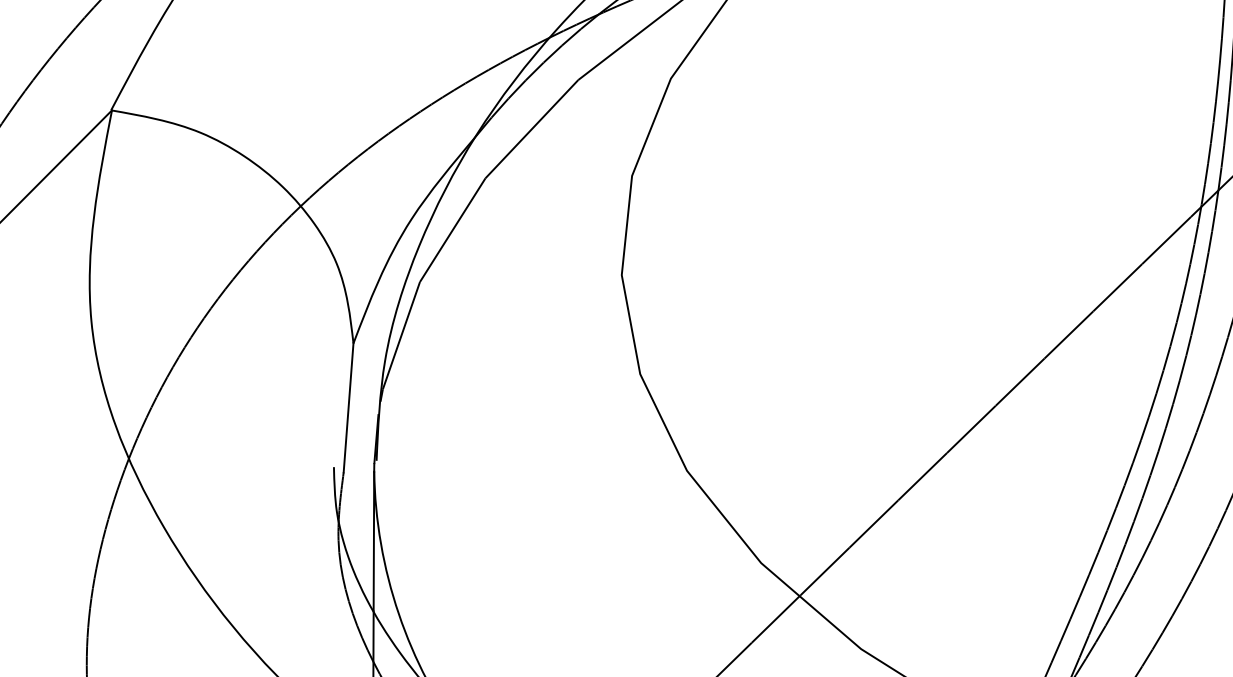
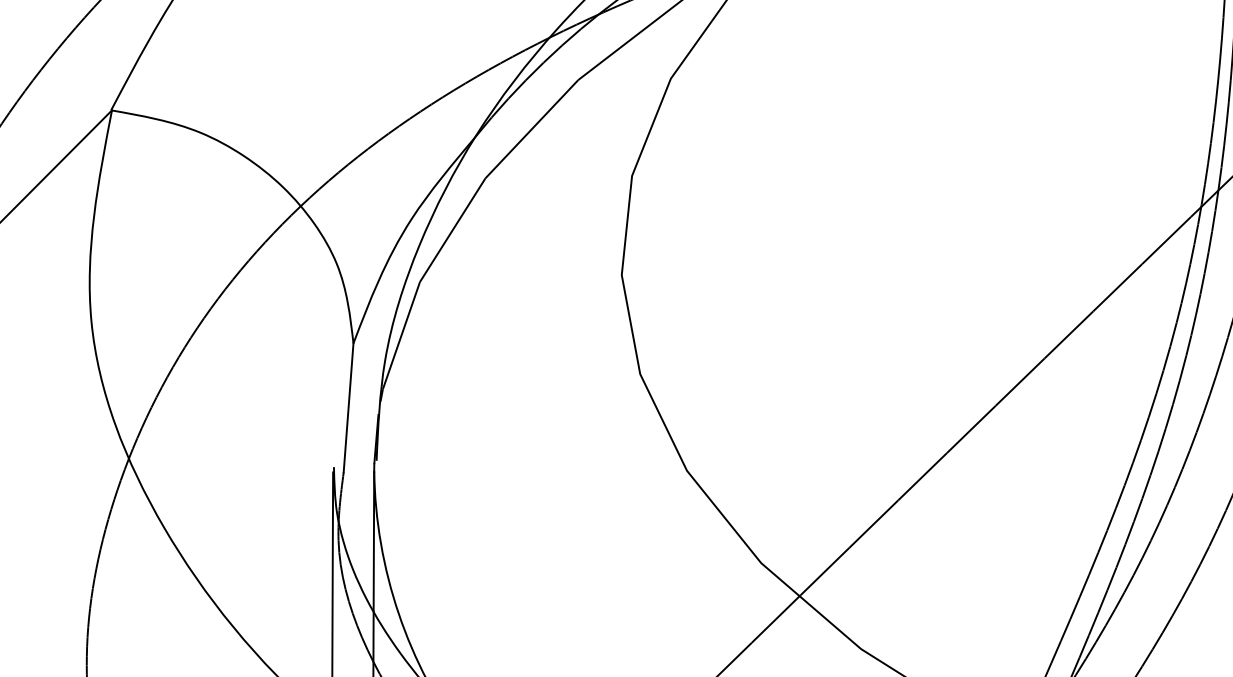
line at (332, 572): none -> present
